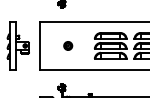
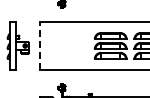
line at (40, 45): solid -> dashed
part at (68, 45): present -> none
